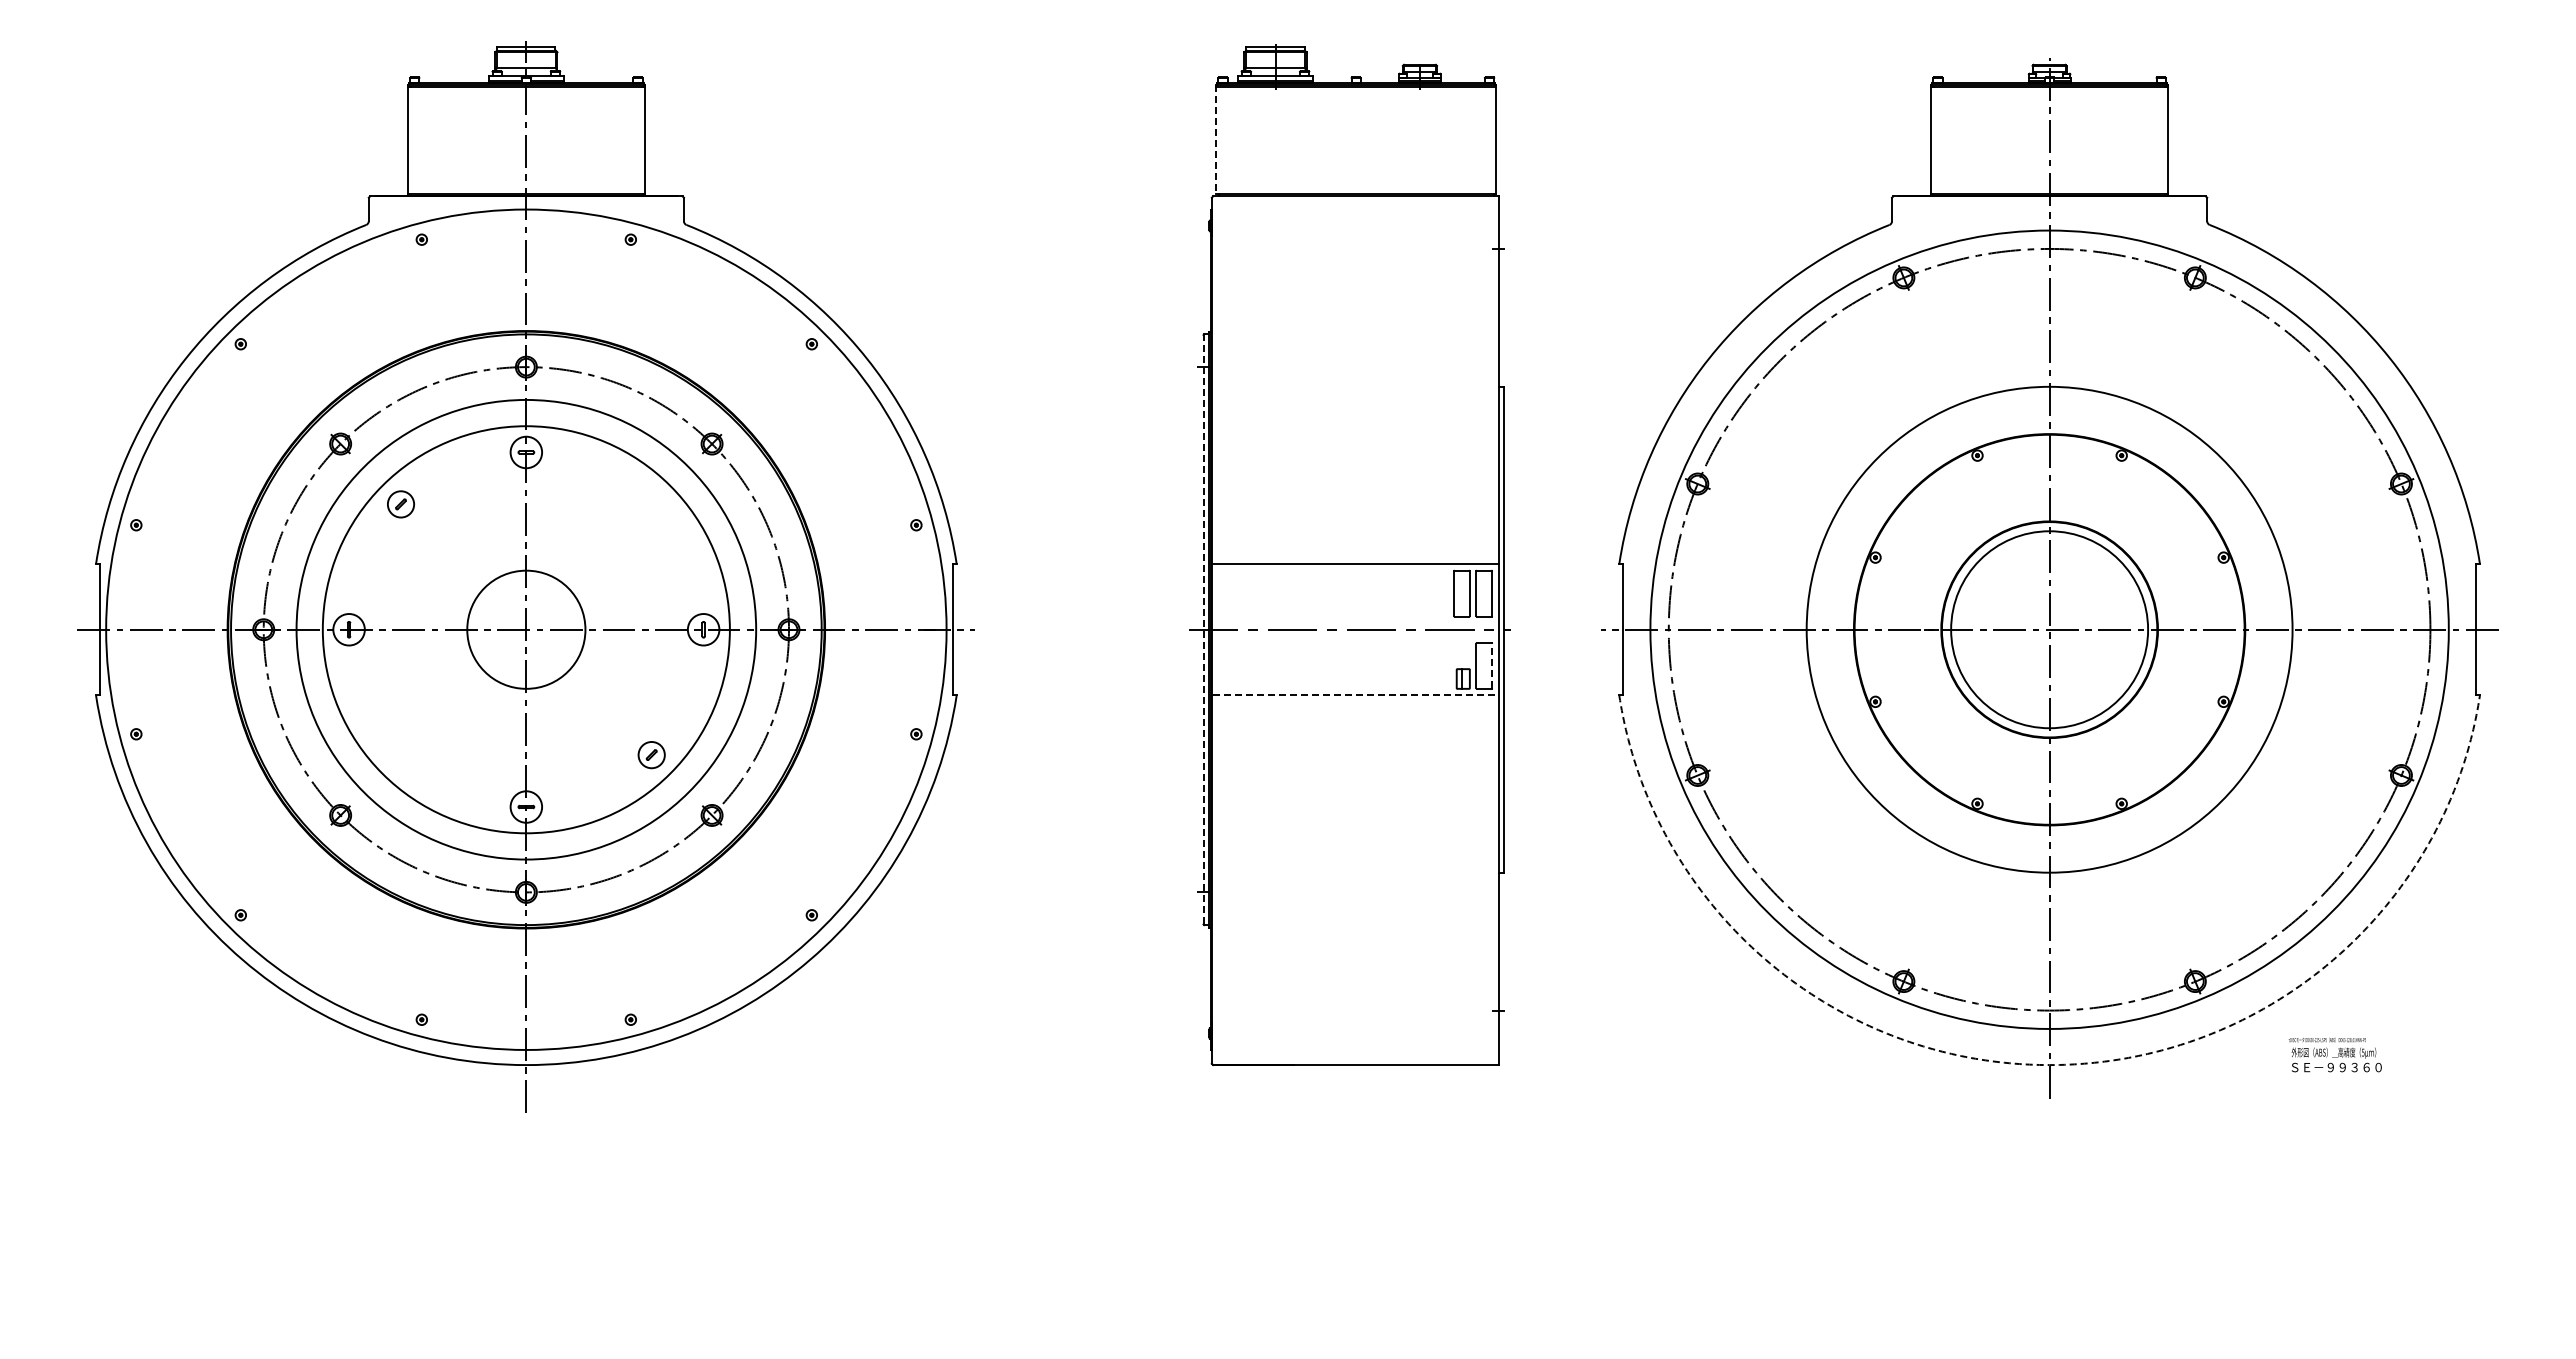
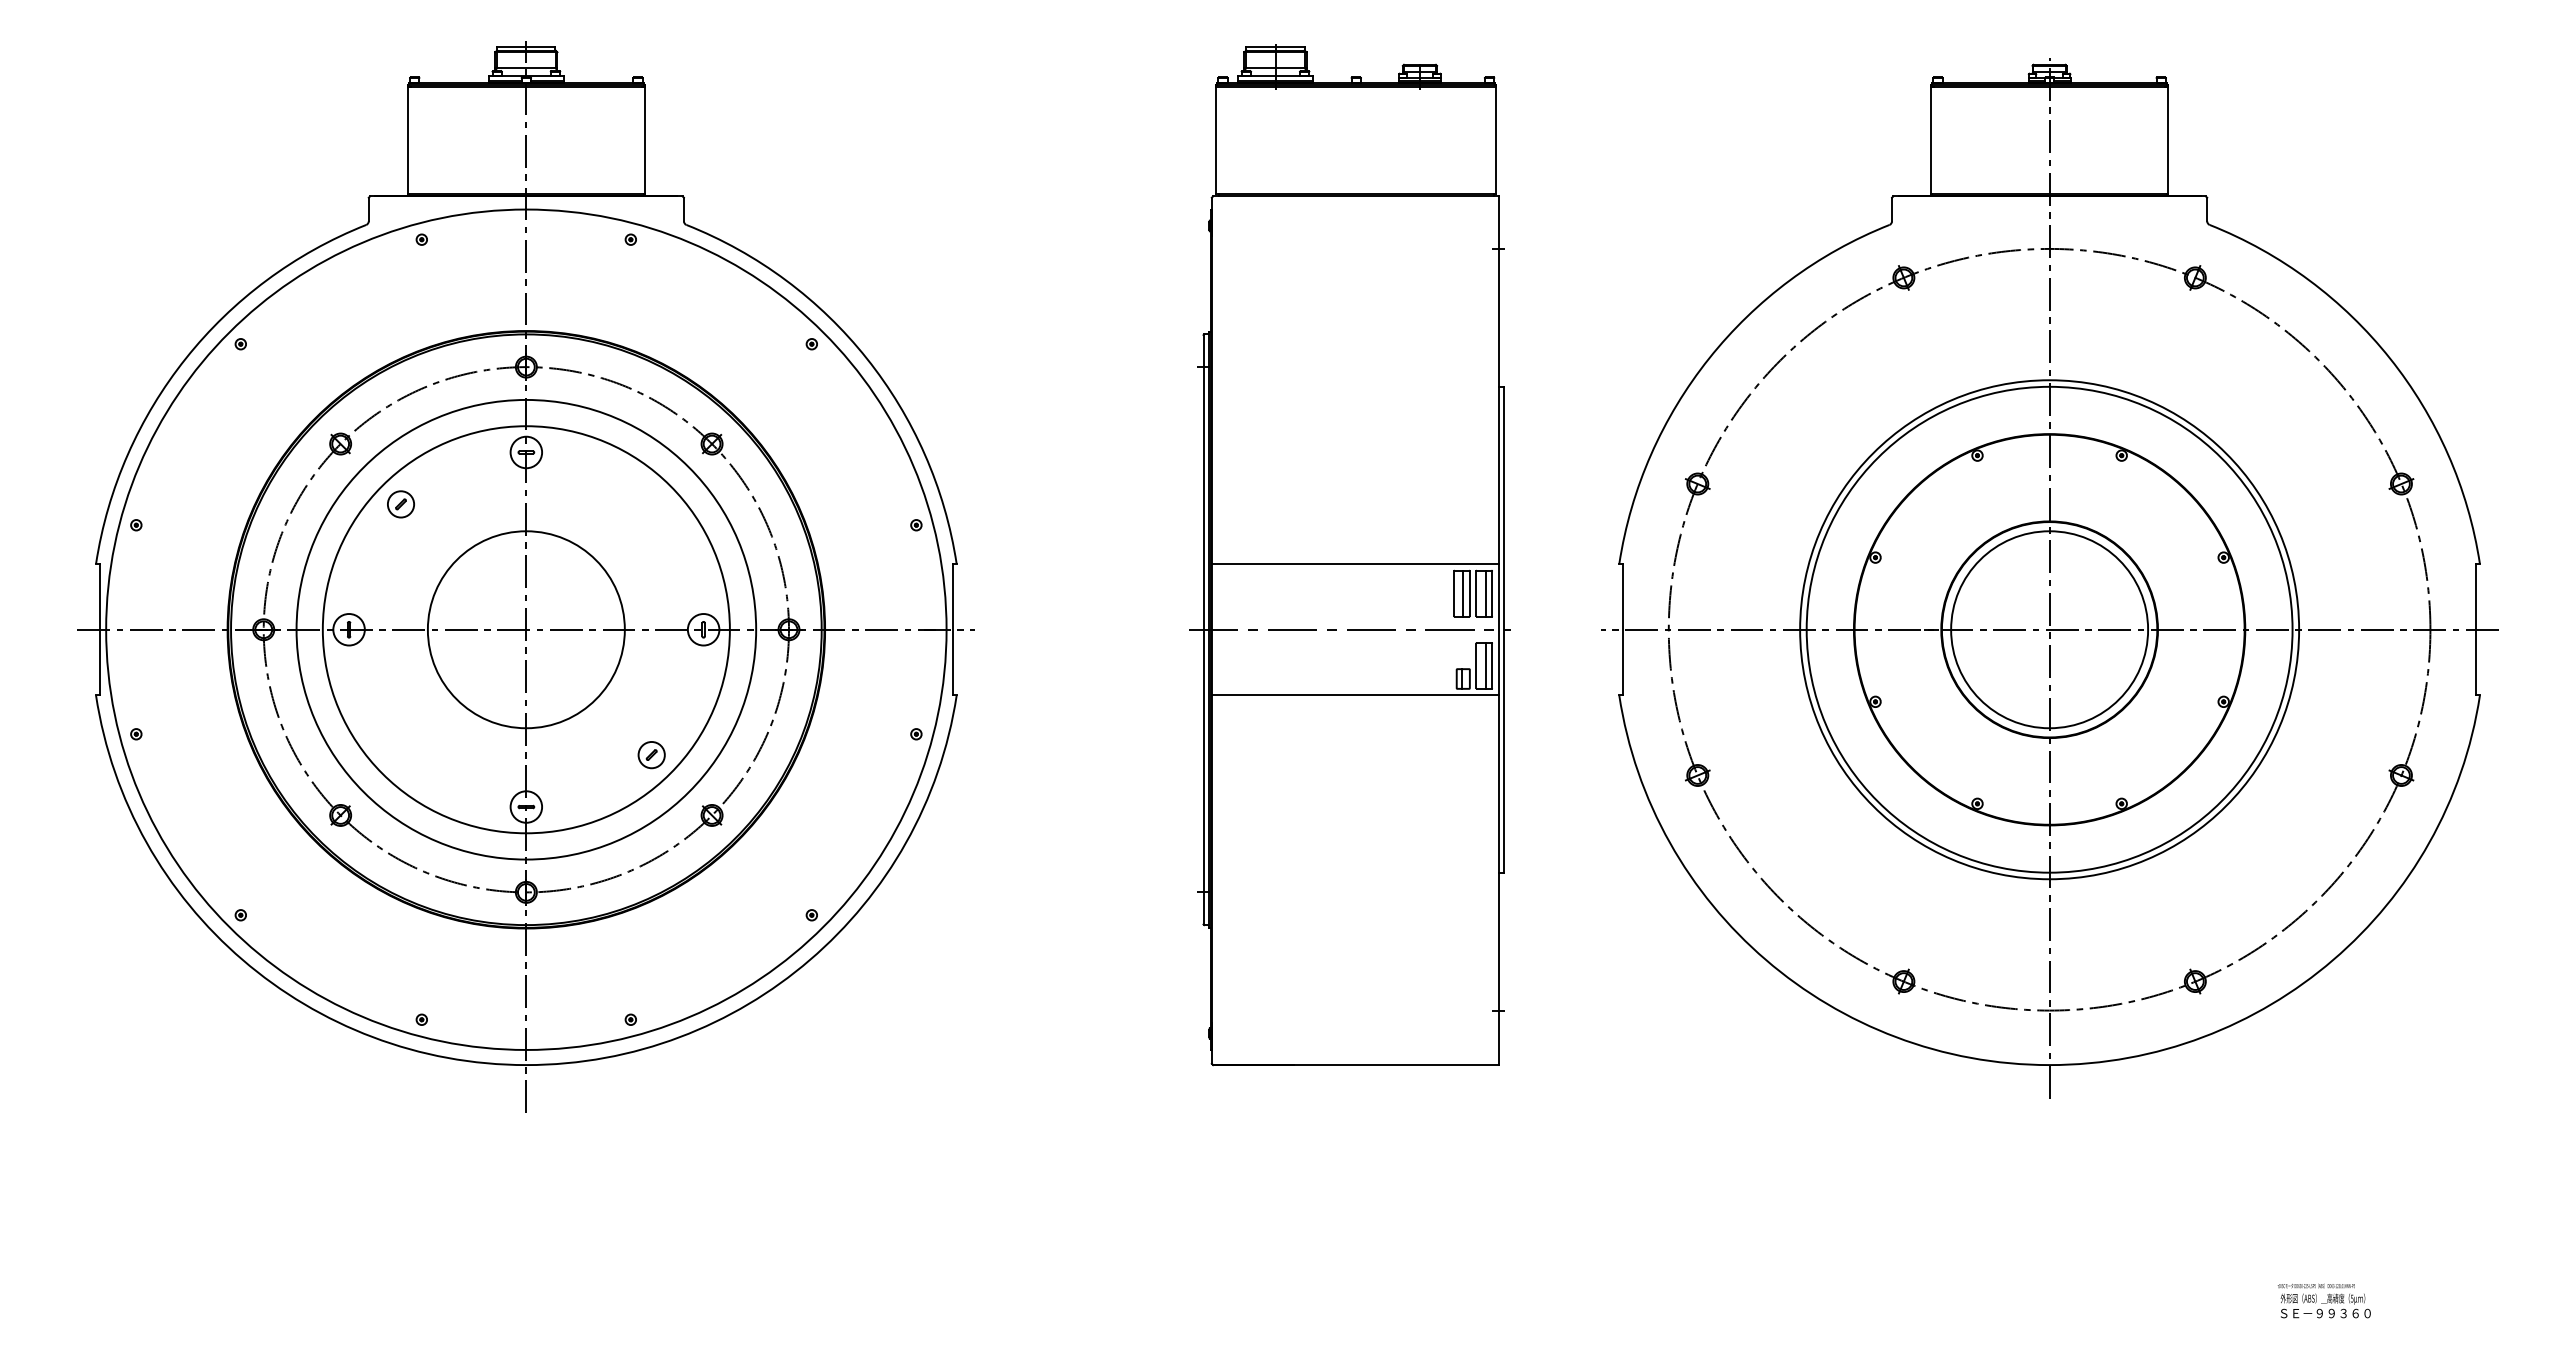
line at (1216, 139): dashed -> solid
line at (1463, 593): none -> present
line at (1485, 593): none -> present
circle at (526, 629) diameter: 118 px -> 197 px
line at (1203, 629): dashed -> solid
circle at (2049, 629) diameter: 798 px -> 499 px
line at (1485, 665): none -> present
line at (1492, 665): dashed -> solid
line at (1355, 695): dashed -> solid
text at (2334, 1054) position: (2334, 1054) -> (2323, 1300)
arc at (2049, 1065): dashed -> solid
